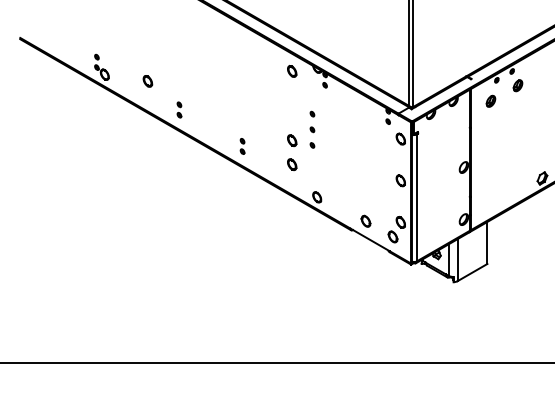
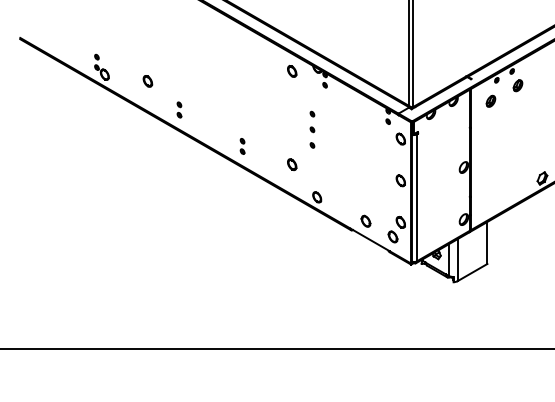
part at (292, 140): present -> none
line at (276, 363) position: (276, 363) -> (276, 349)
